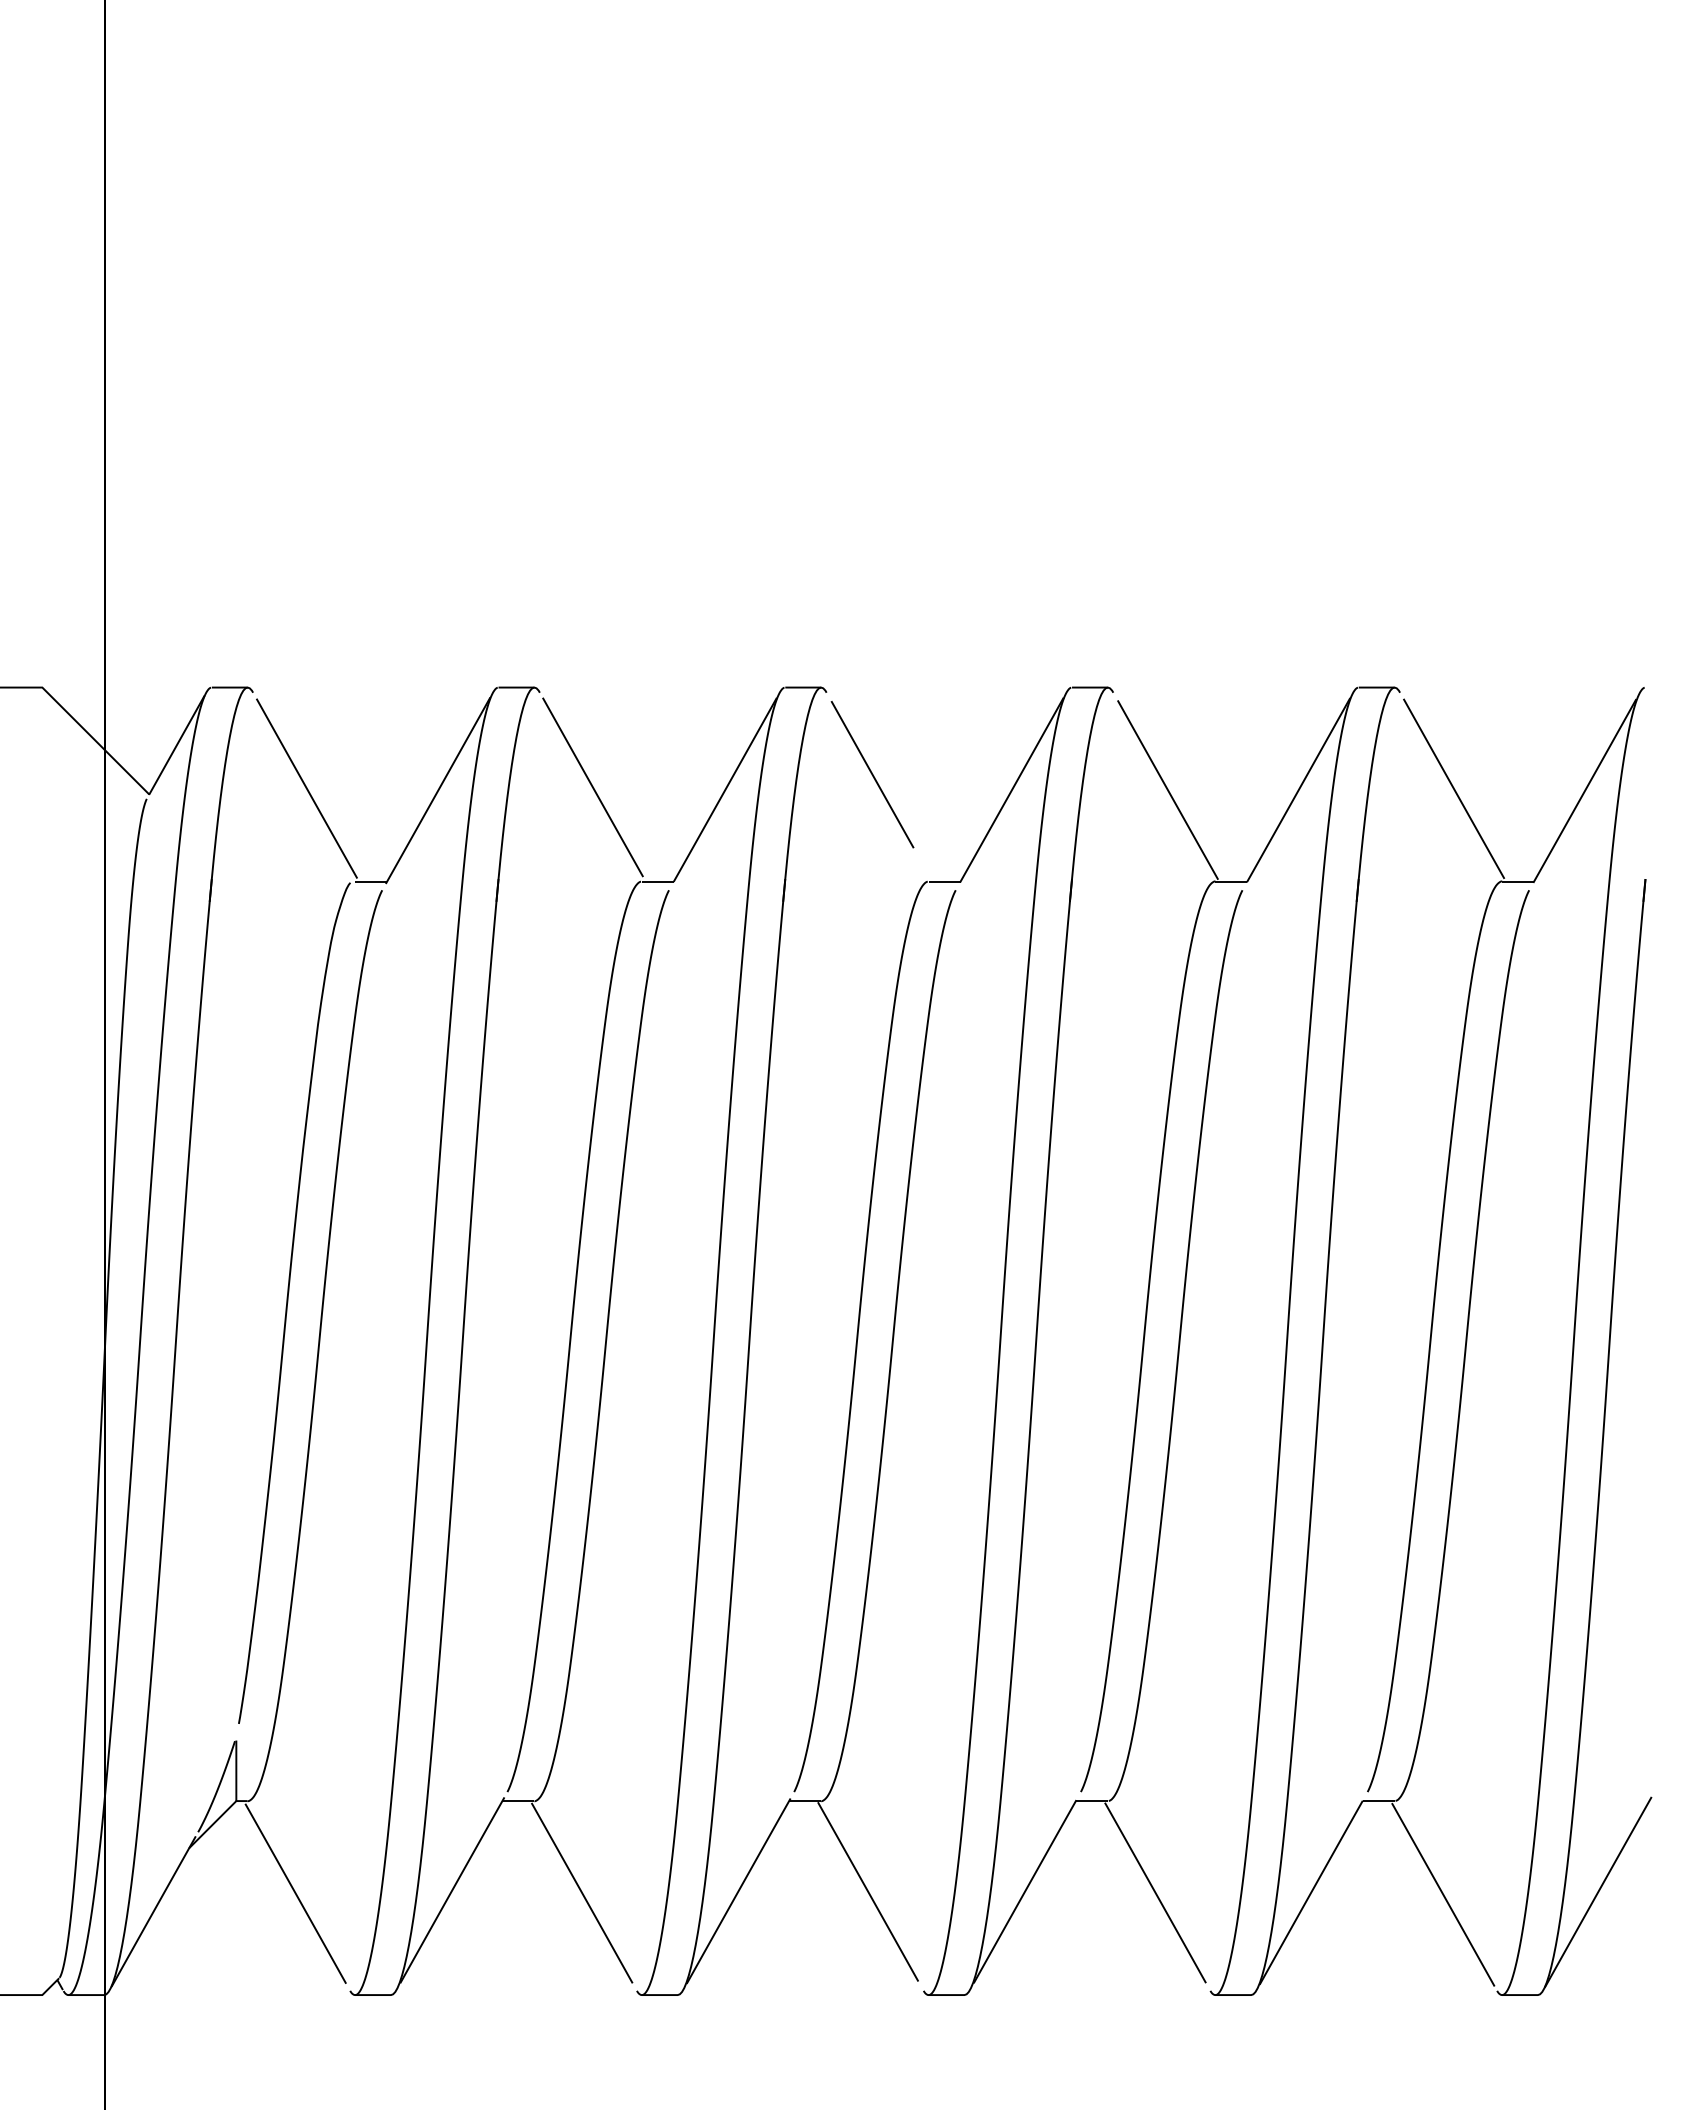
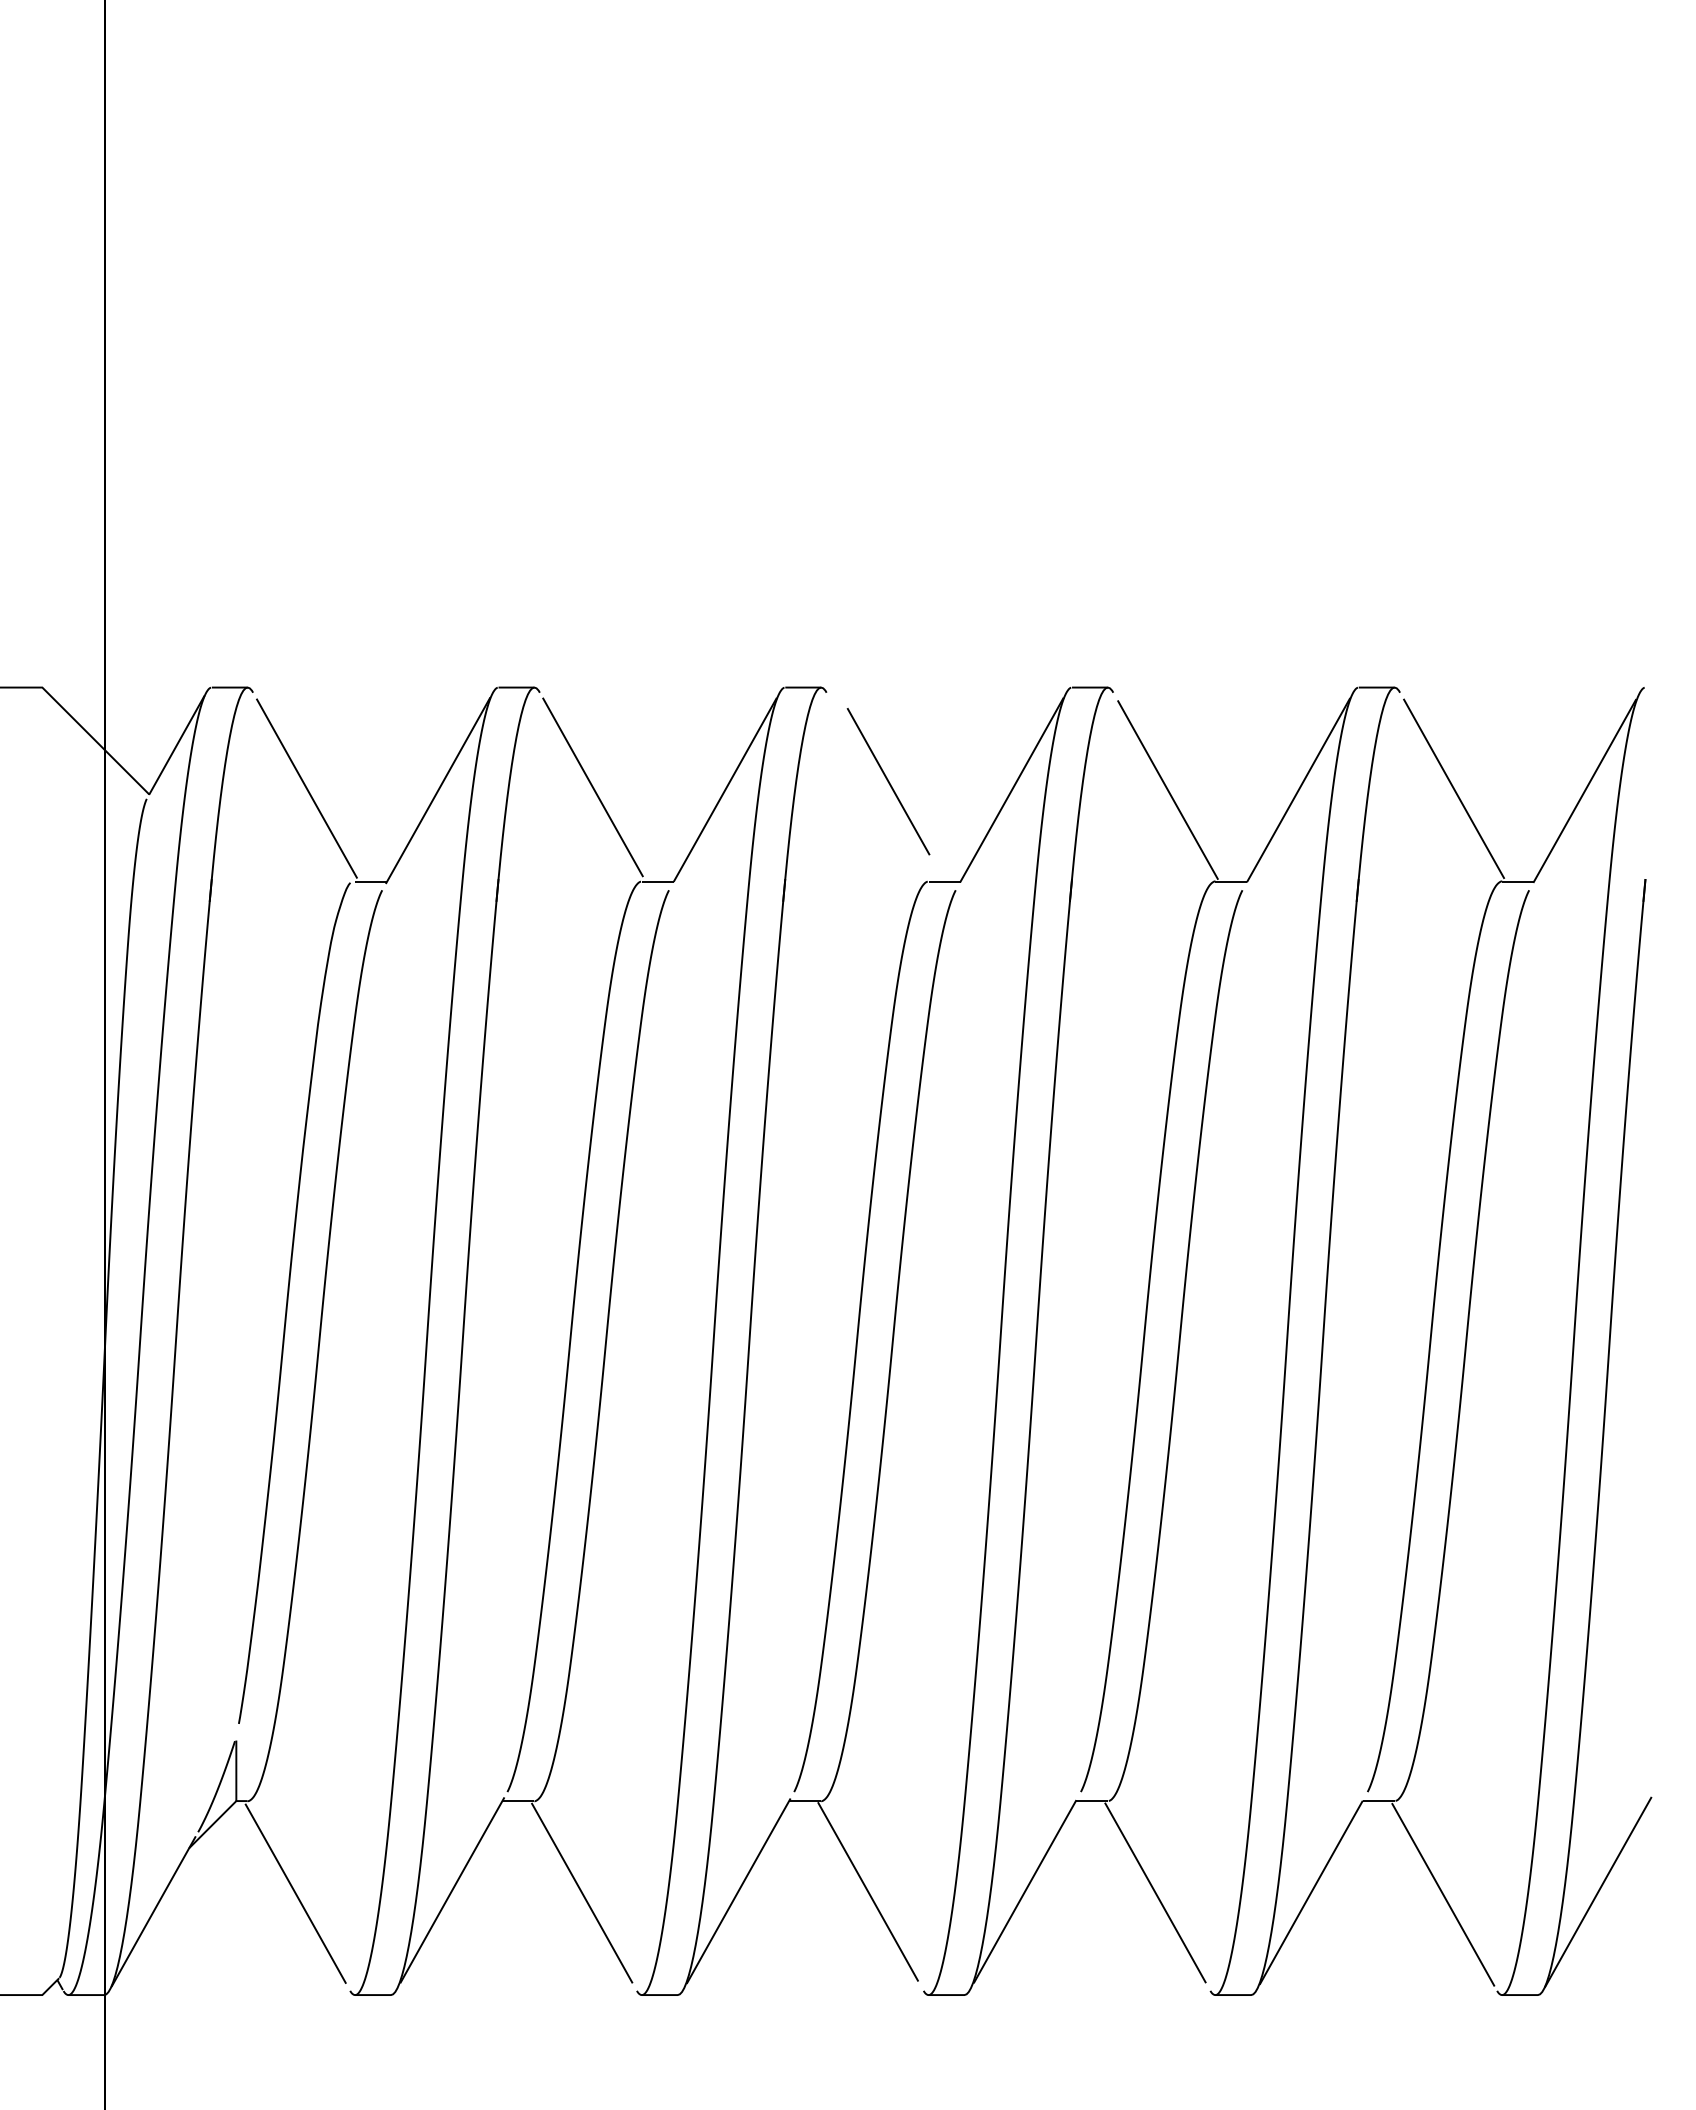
line at (872, 774) position: (872, 774) -> (888, 781)
